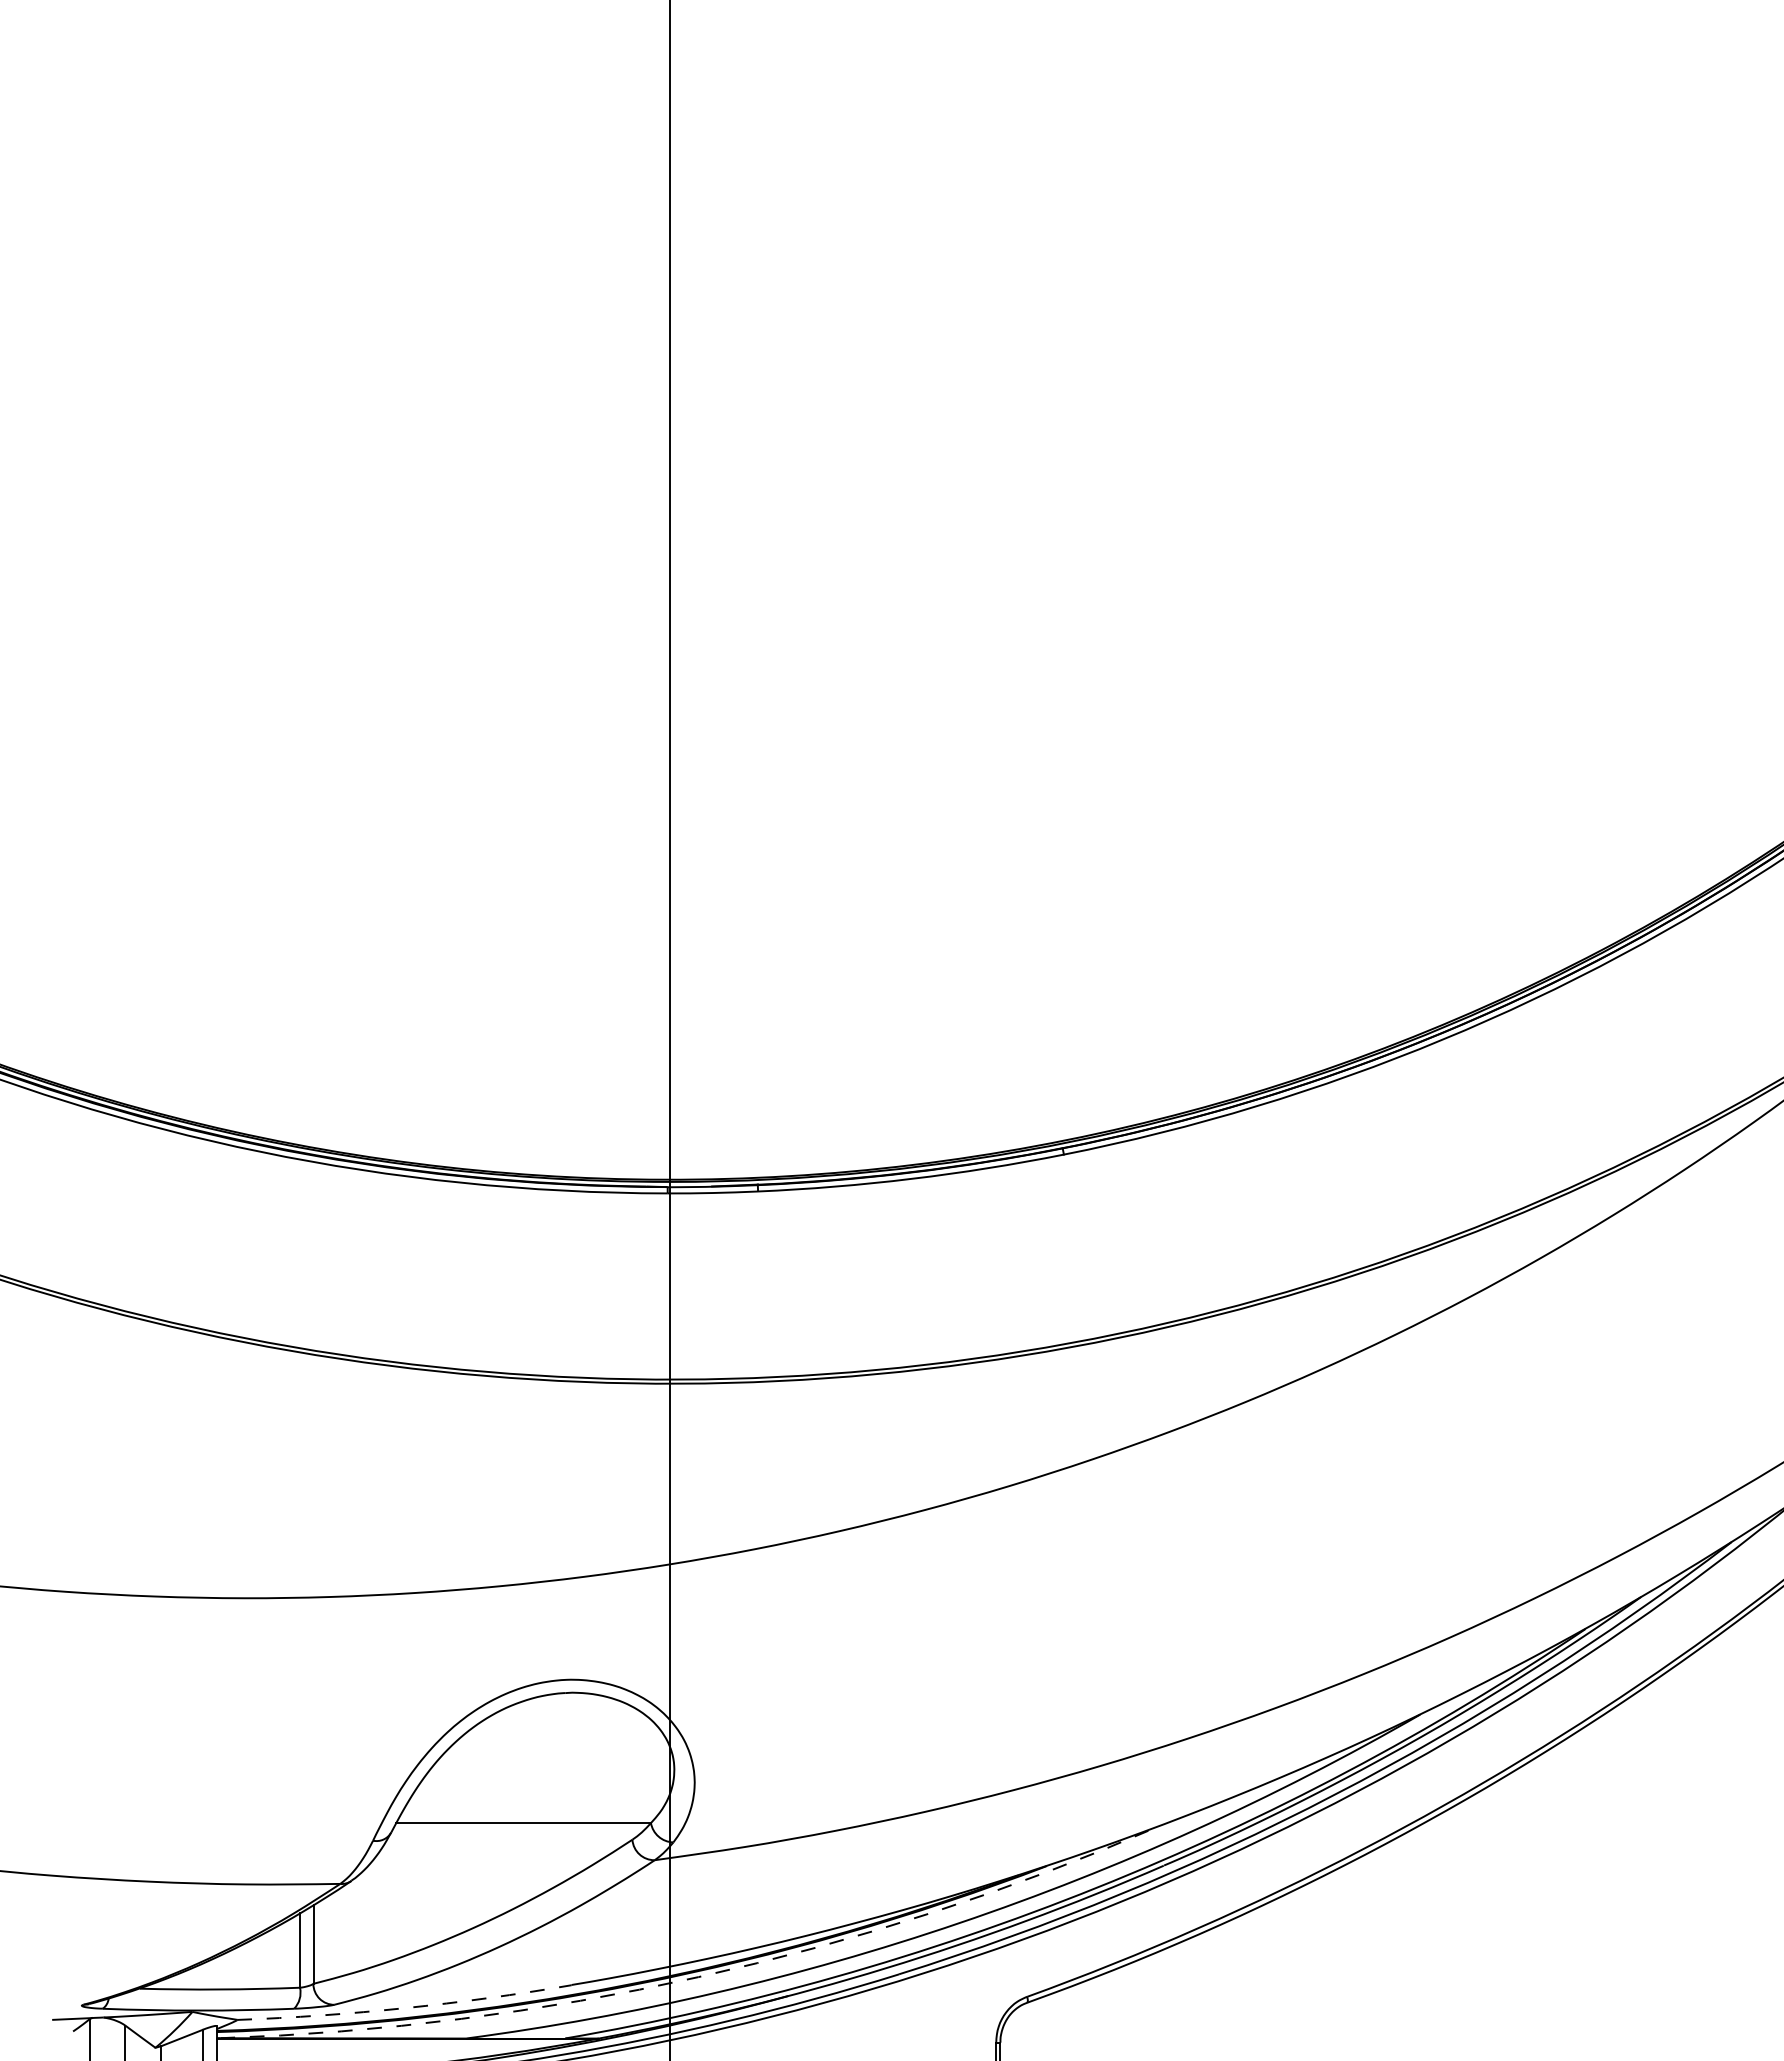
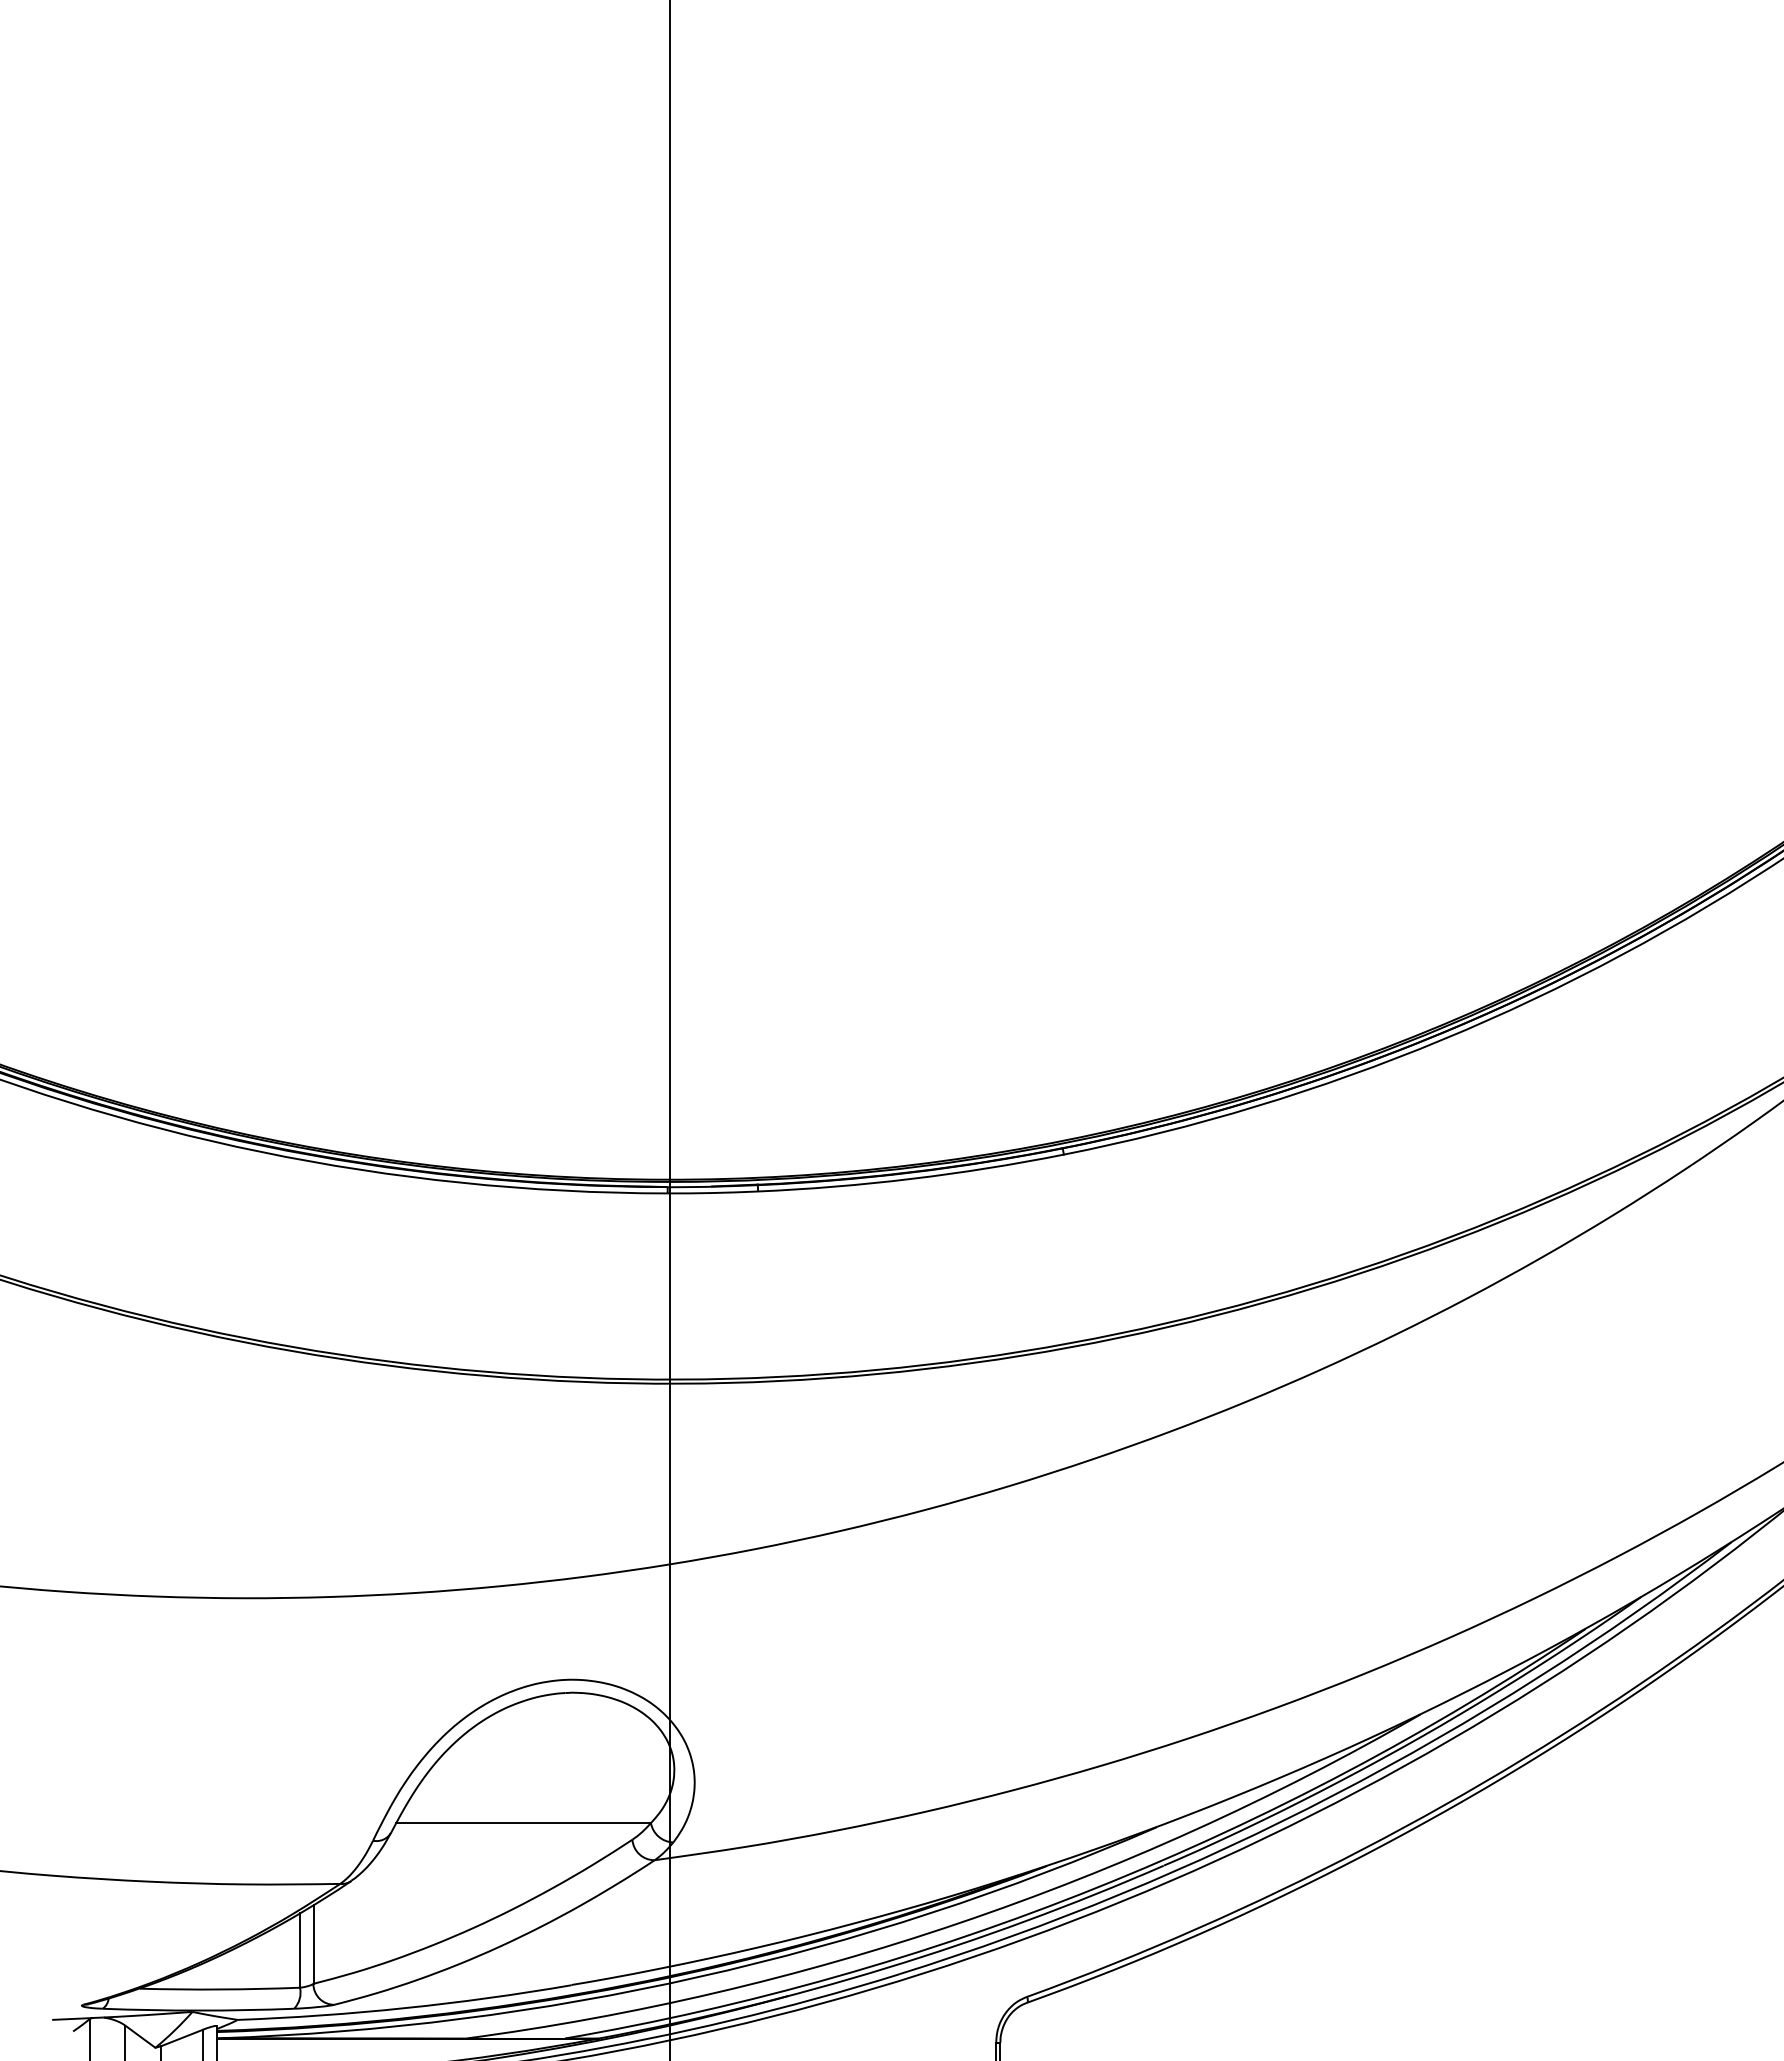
arc at (698, 1977): dashed -> solid
arc at (405, 2008): dashed -> solid
